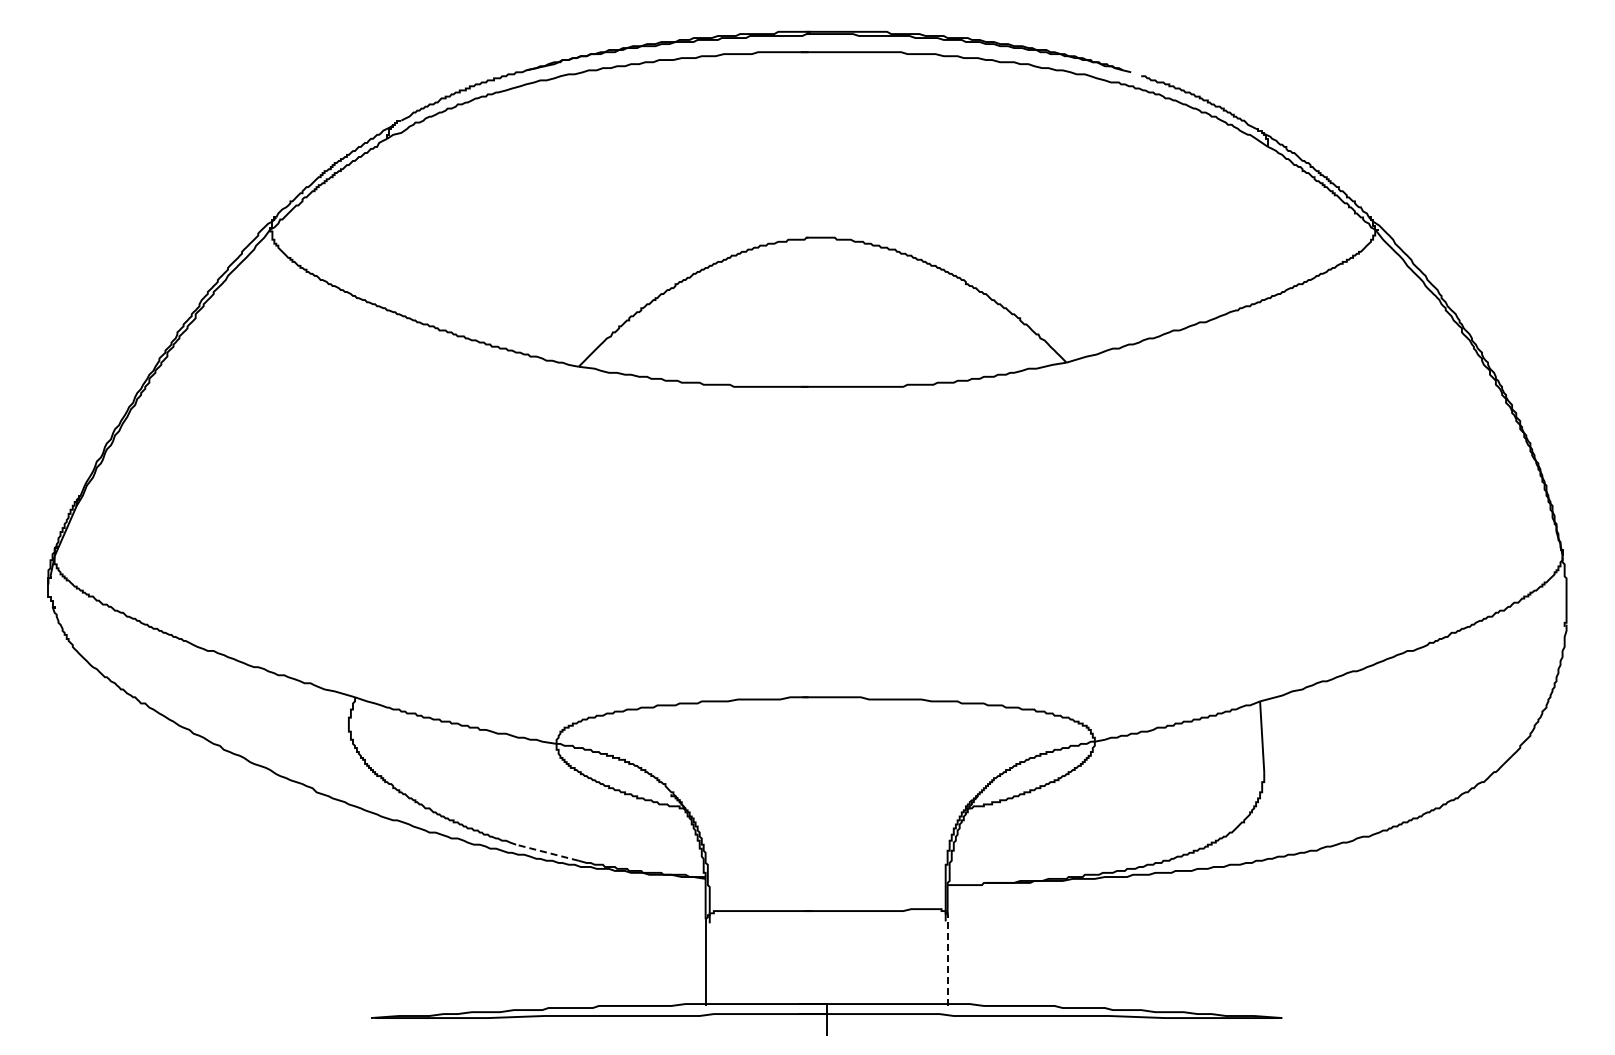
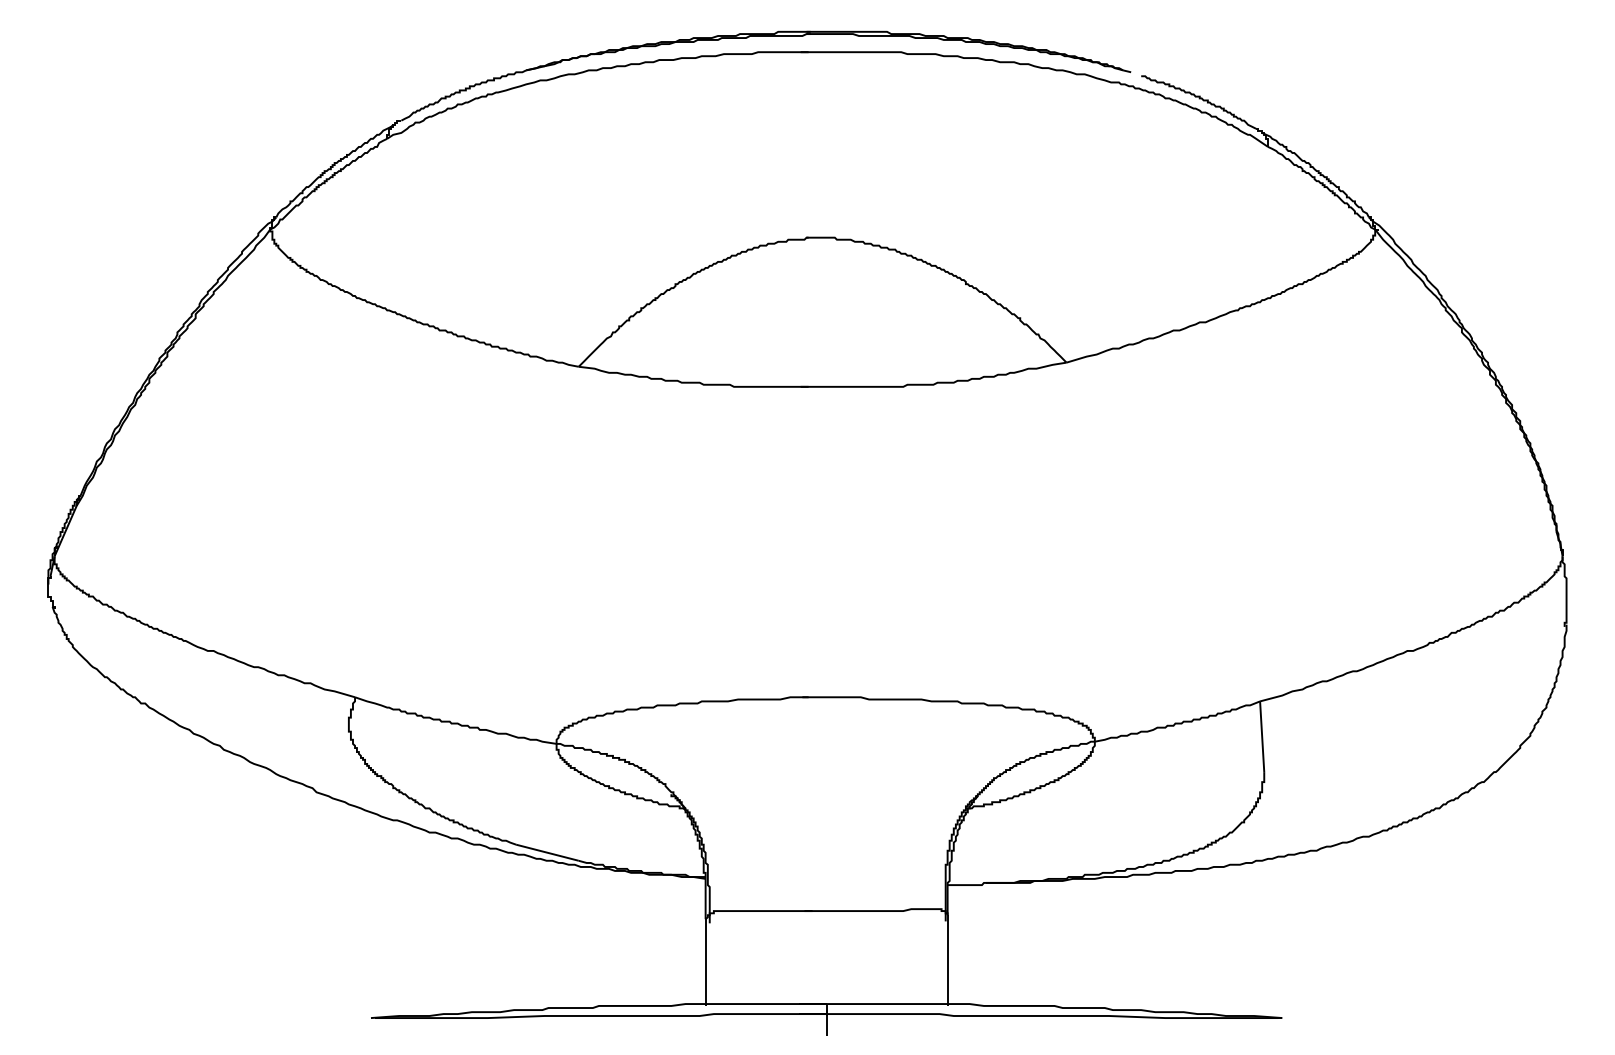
line at (546, 852): dashed -> solid
line at (947, 960): dashed -> solid
